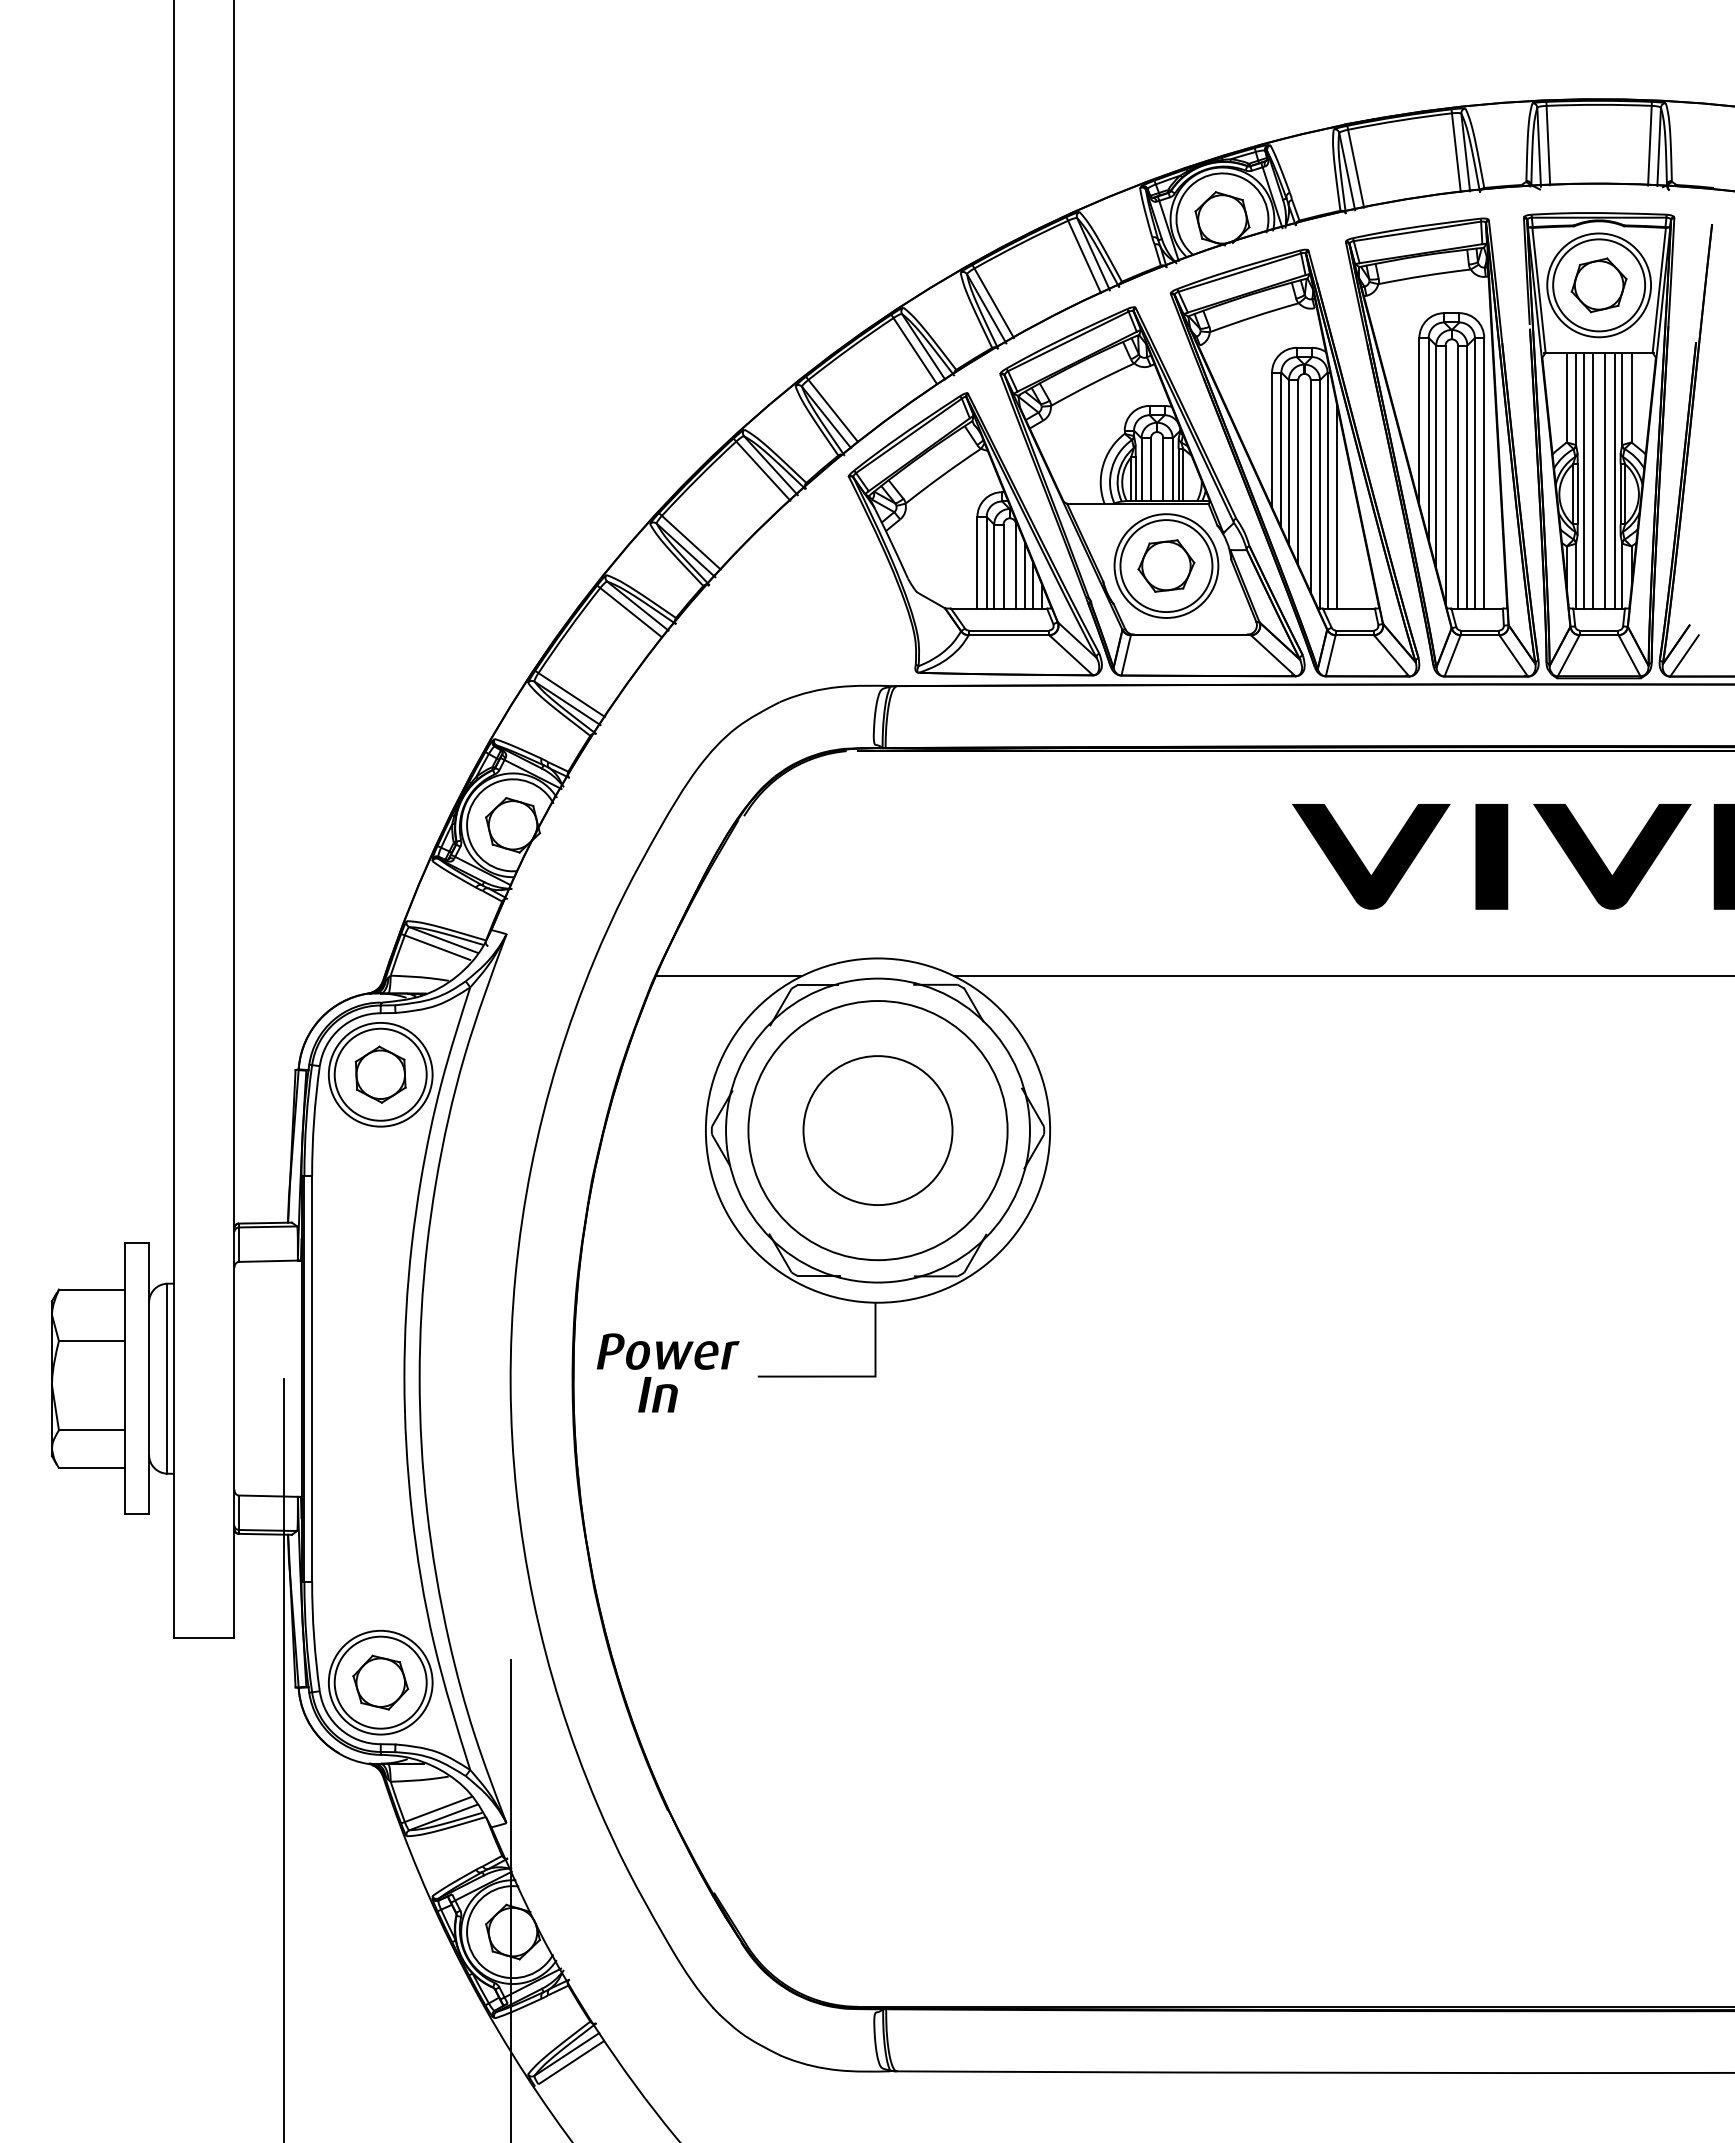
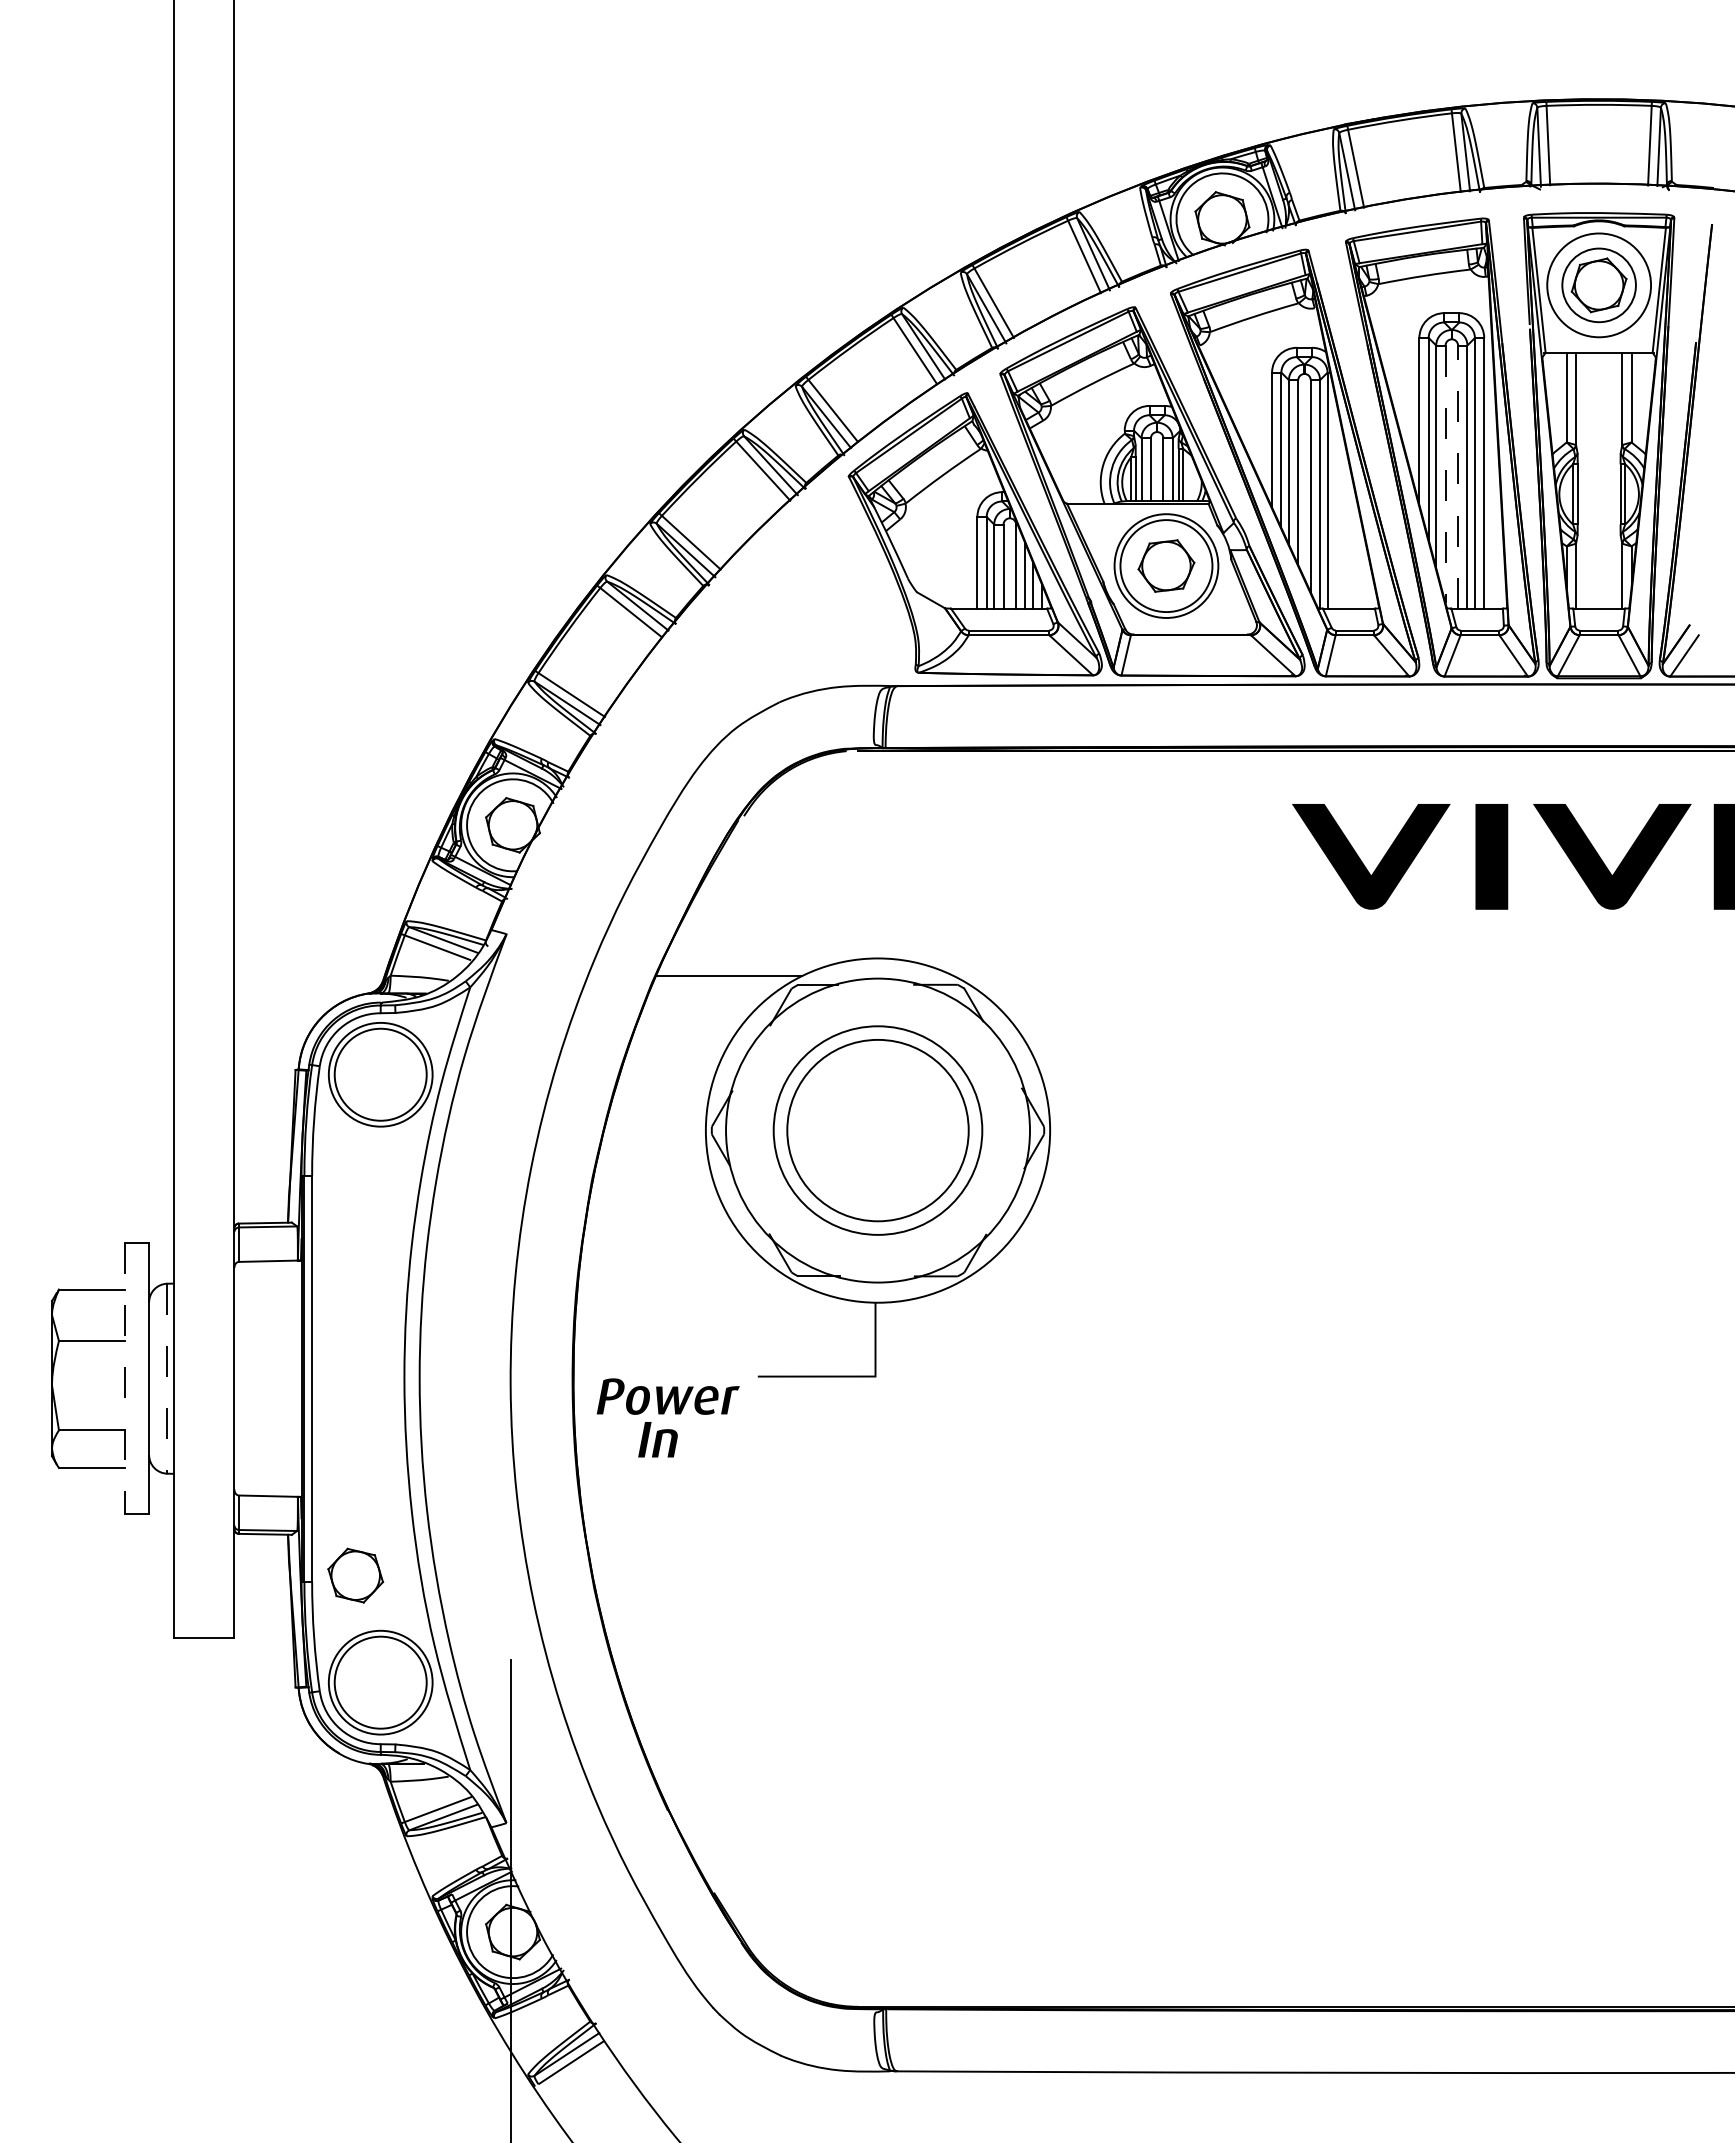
circle at (1599, 285) diameter: 92 px -> 74 px
line at (1445, 474): solid -> dashed
line at (1458, 477): solid -> dashed
line at (1583, 480): present -> none
line at (1592, 480): present -> none
line at (1605, 480): present -> none
line at (1614, 480): present -> none
line at (1336, 506): present -> none
line at (1342, 976): present -> none
part at (380, 1074): present -> none
circle at (877, 1130) diameter: 149 px -> 209 px
circle at (877, 1130) diameter: 259 px -> 181 px
part at (667, 1372) position: (667, 1372) -> (667, 1417)
line at (124, 1378): solid -> dashed
line at (167, 1378): solid -> dashed
part at (380, 1682) position: (380, 1682) -> (355, 1575)
line at (283, 1758): present -> none
